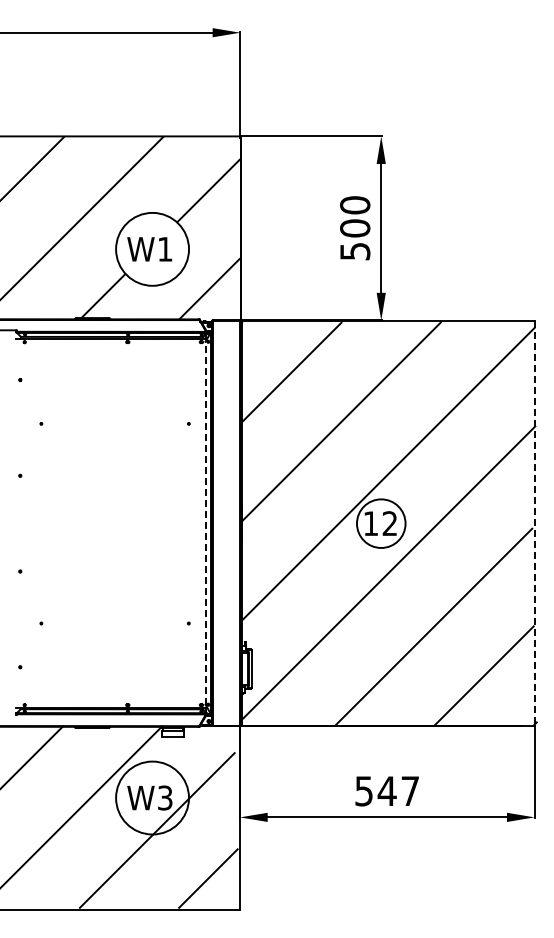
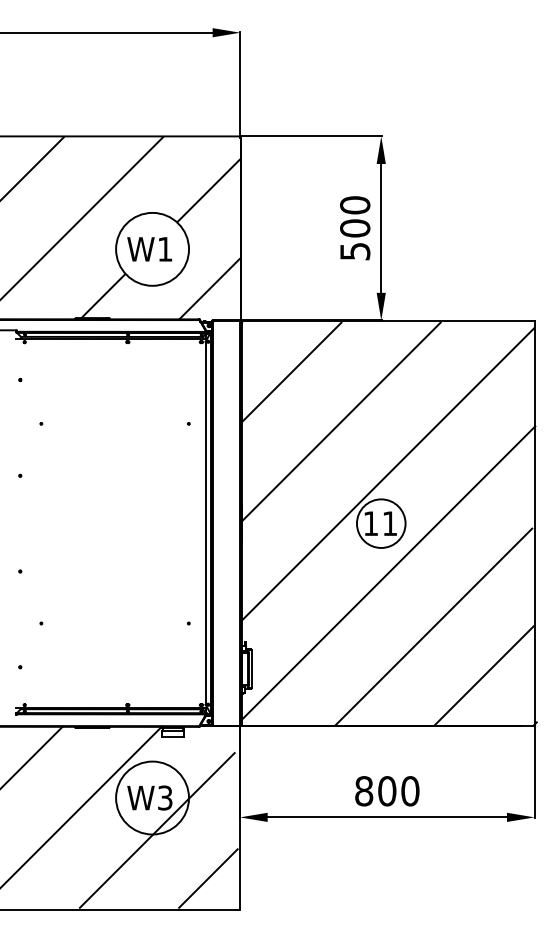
line at (205, 522): dashed -> solid
text at (389, 523): 12 -> 11
line at (534, 523): dashed -> solid
text at (387, 791): 547 -> 800
